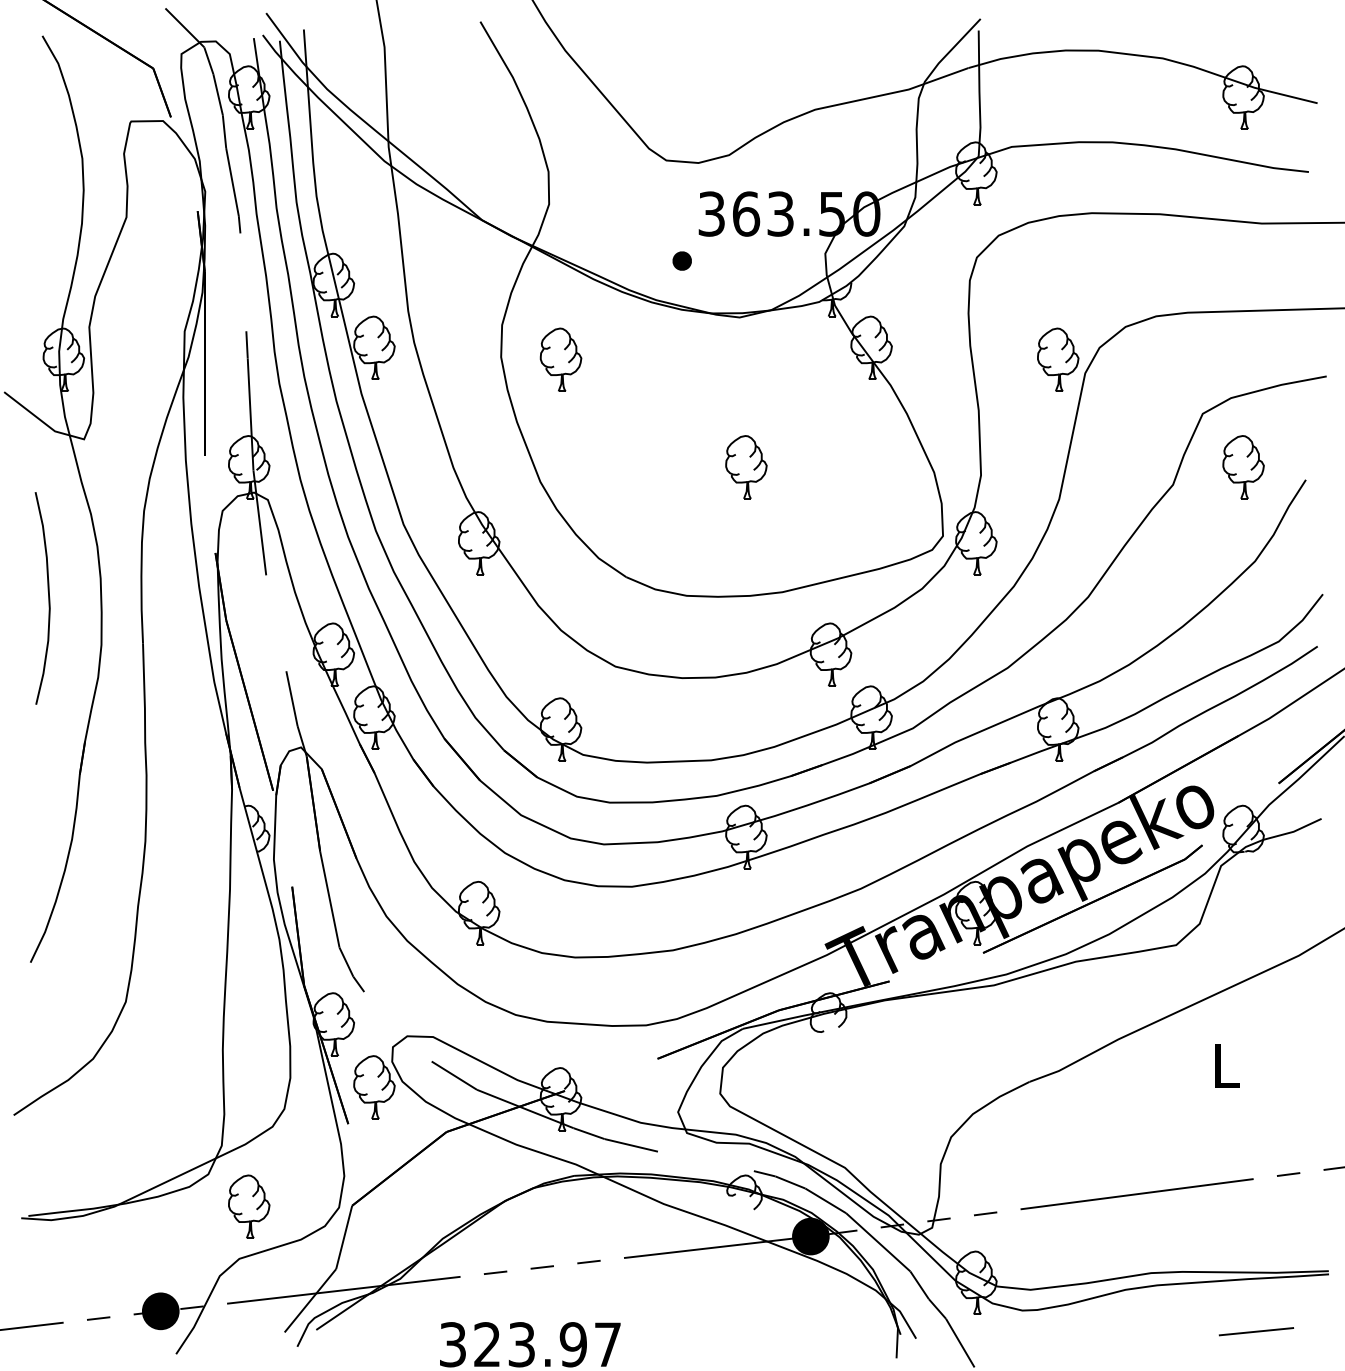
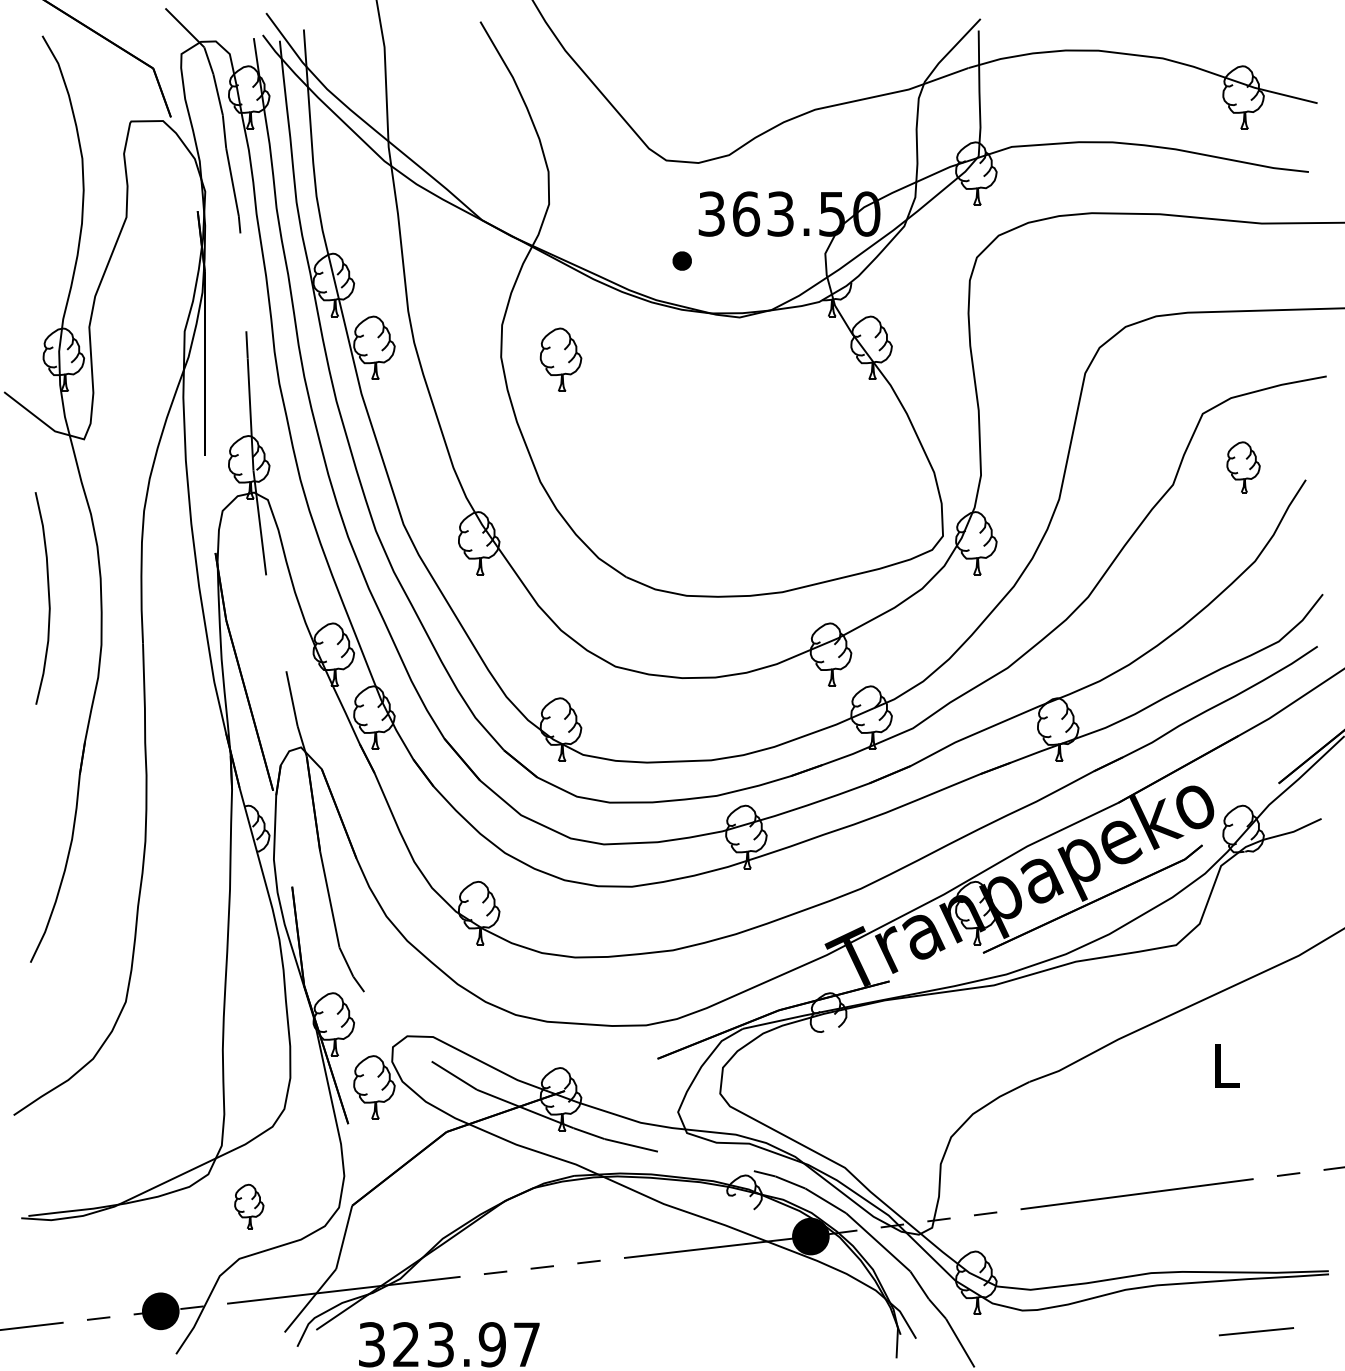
part at (1058, 359): present -> none
part at (746, 467): present -> none
part at (1243, 467) size: 43x65 px -> 35x53 px
part at (249, 1206) size: 43x65 px -> 31x47 px
text at (530, 1344) position: (530, 1344) -> (449, 1344)
